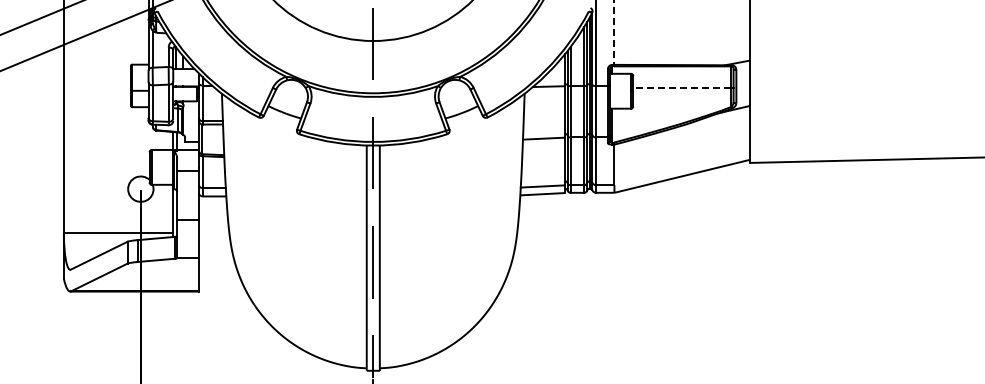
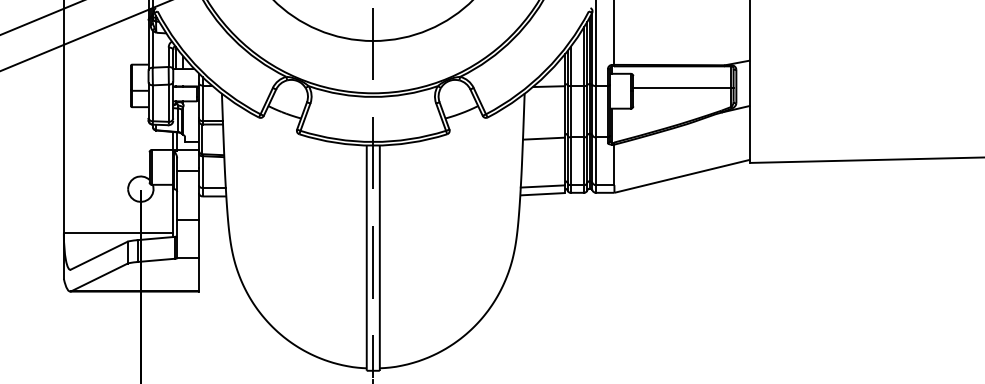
line at (614, 32): dashed -> solid
line at (681, 88): dashed -> solid
